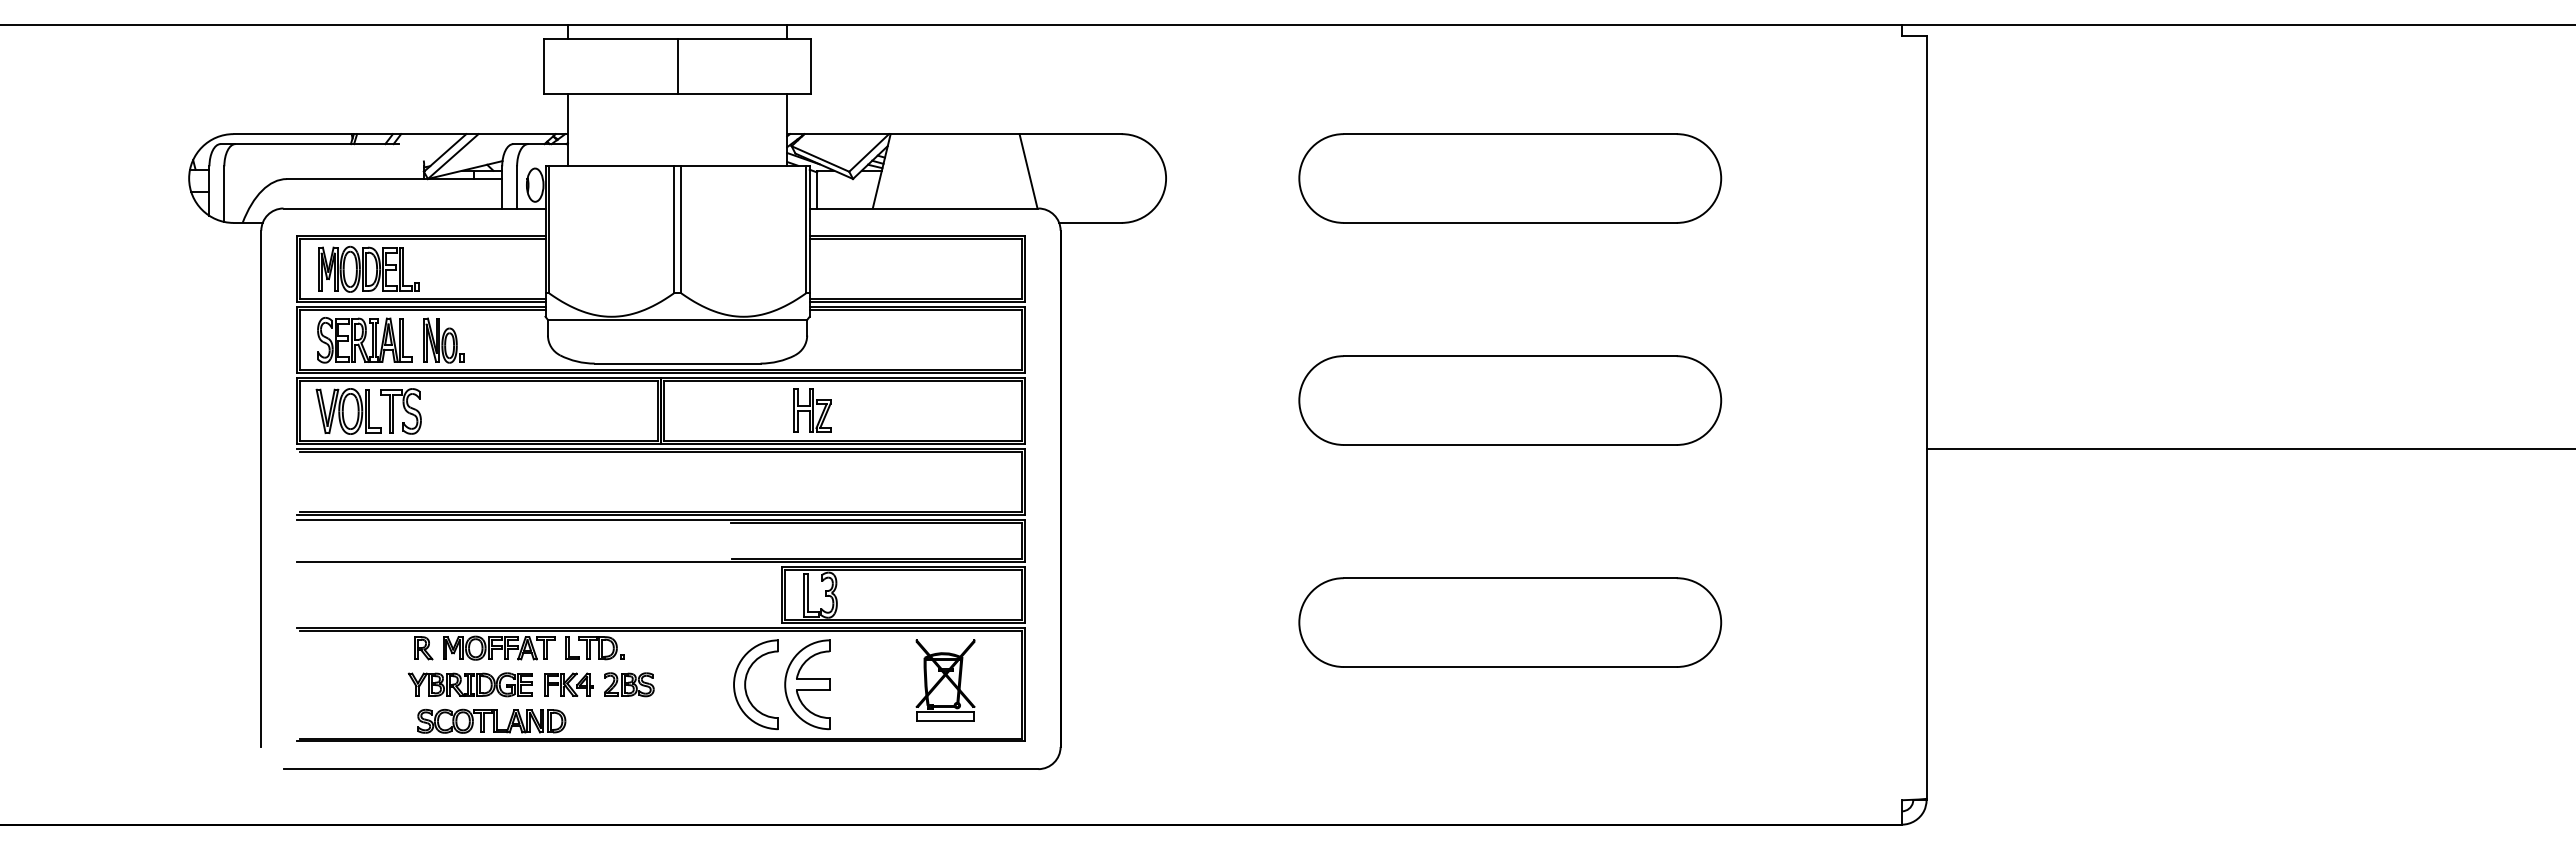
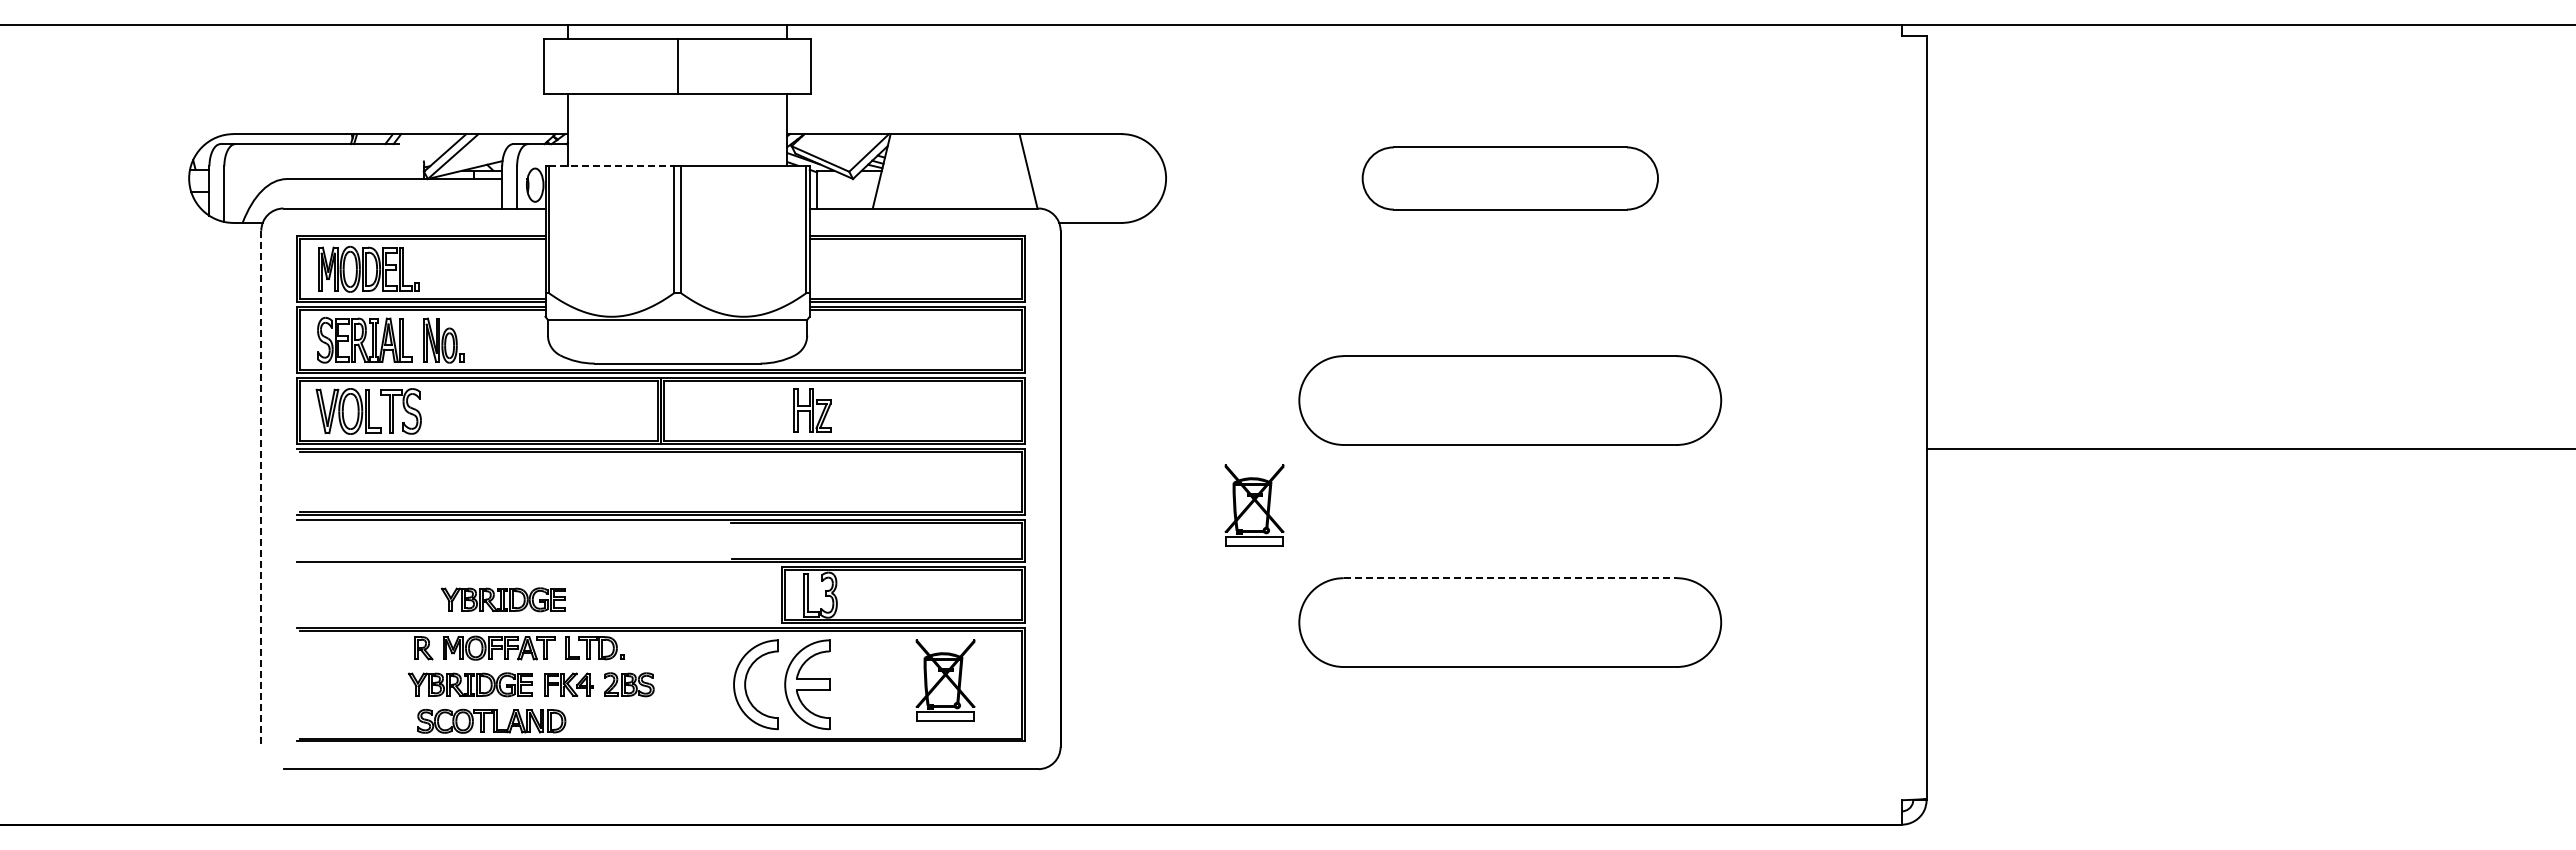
line at (612, 165): solid -> dashed
part at (1510, 178) size: 425x91 px -> 298x65 px
line at (261, 489): solid -> dashed
part at (1254, 505): none -> present
line at (1510, 578): solid -> dashed
part at (502, 599): none -> present
